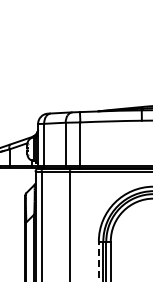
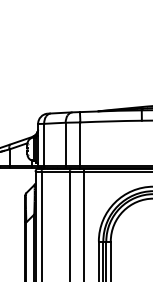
line at (84, 223): none -> present
line at (98, 261): dashed -> solid
